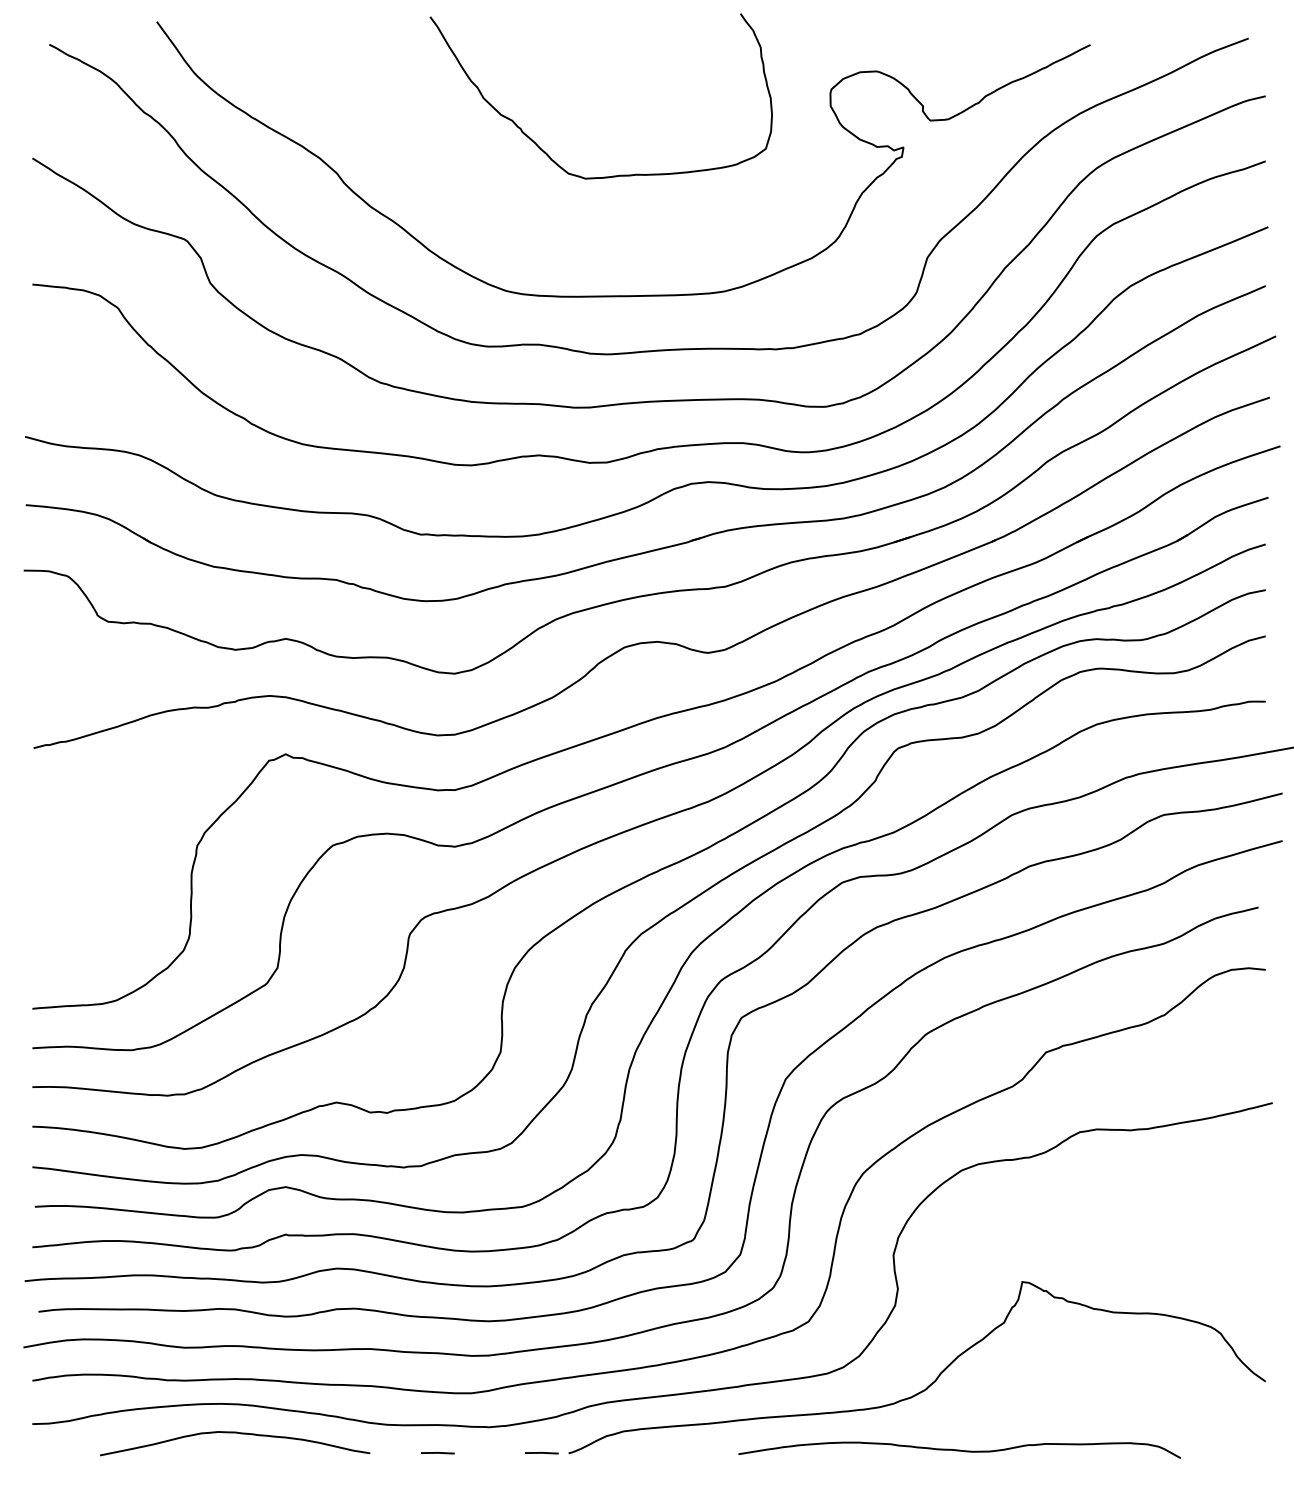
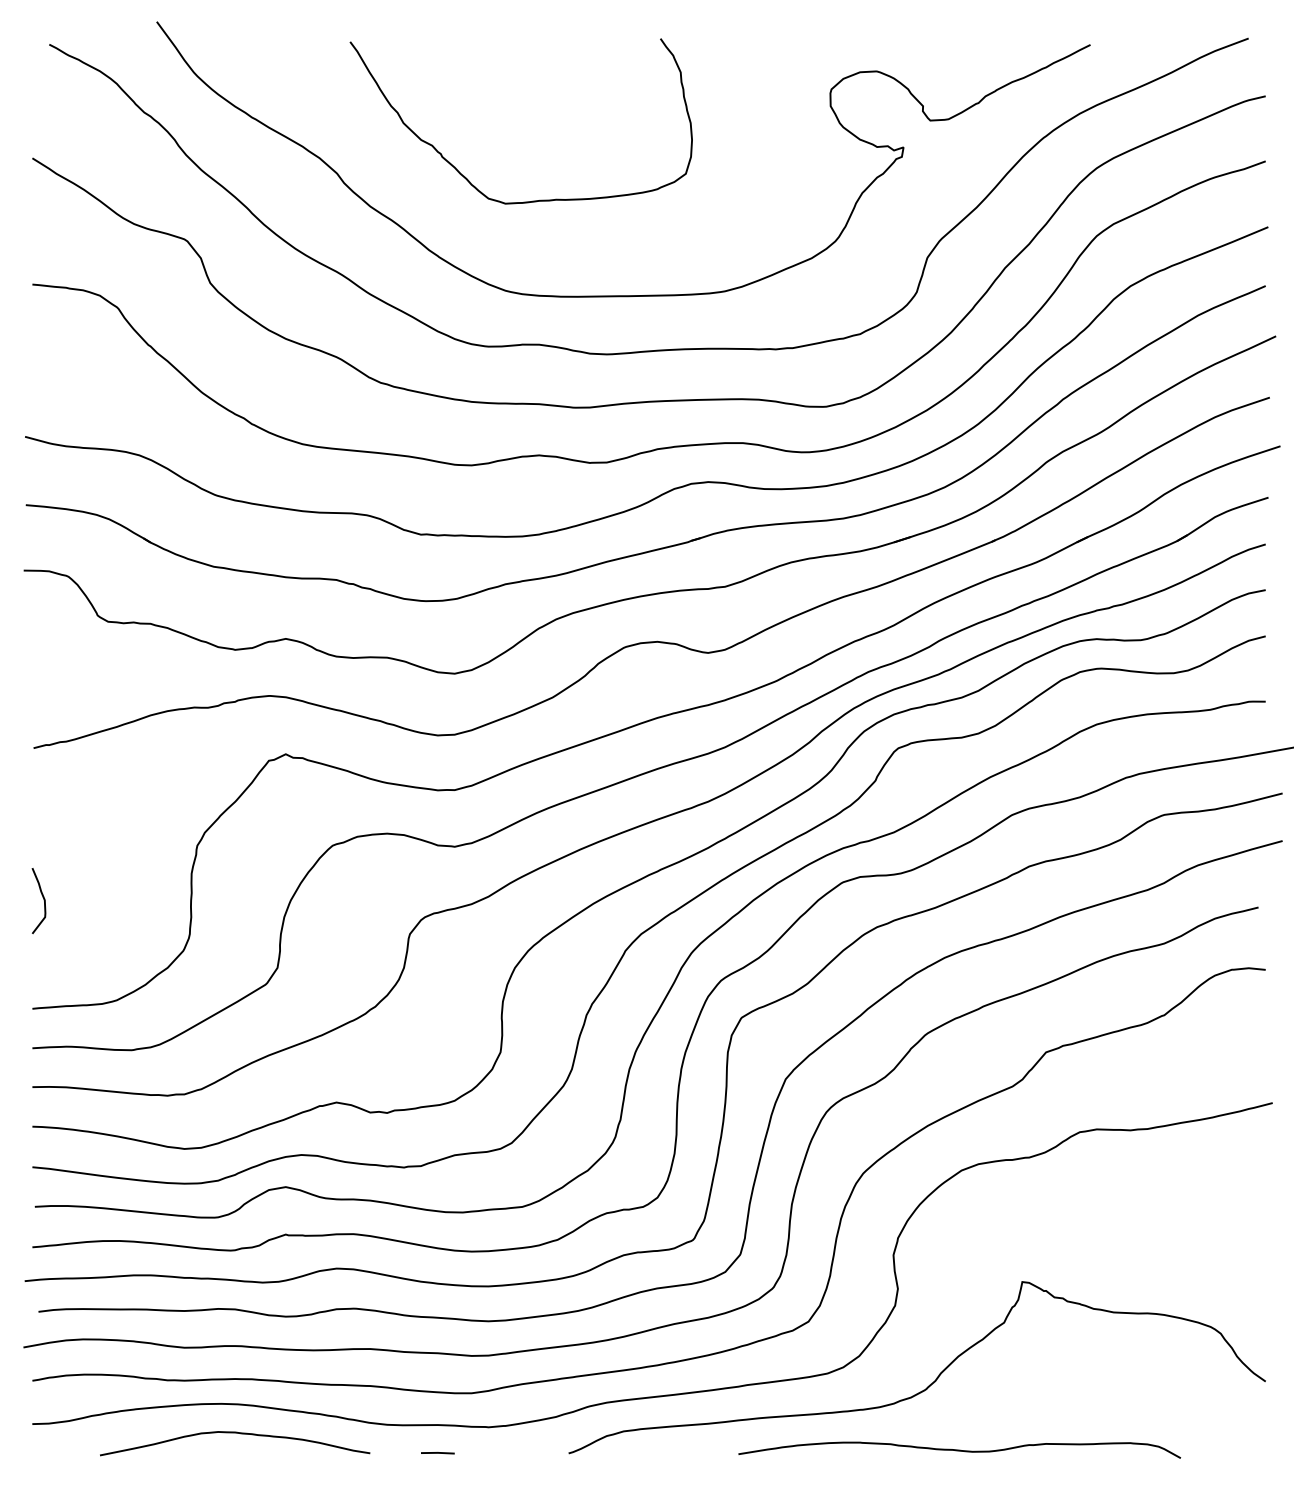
curve at (545, 151) position: (545, 151) -> (465, 176)
curve at (43, 900): none -> present
line at (541, 1453): present -> none
